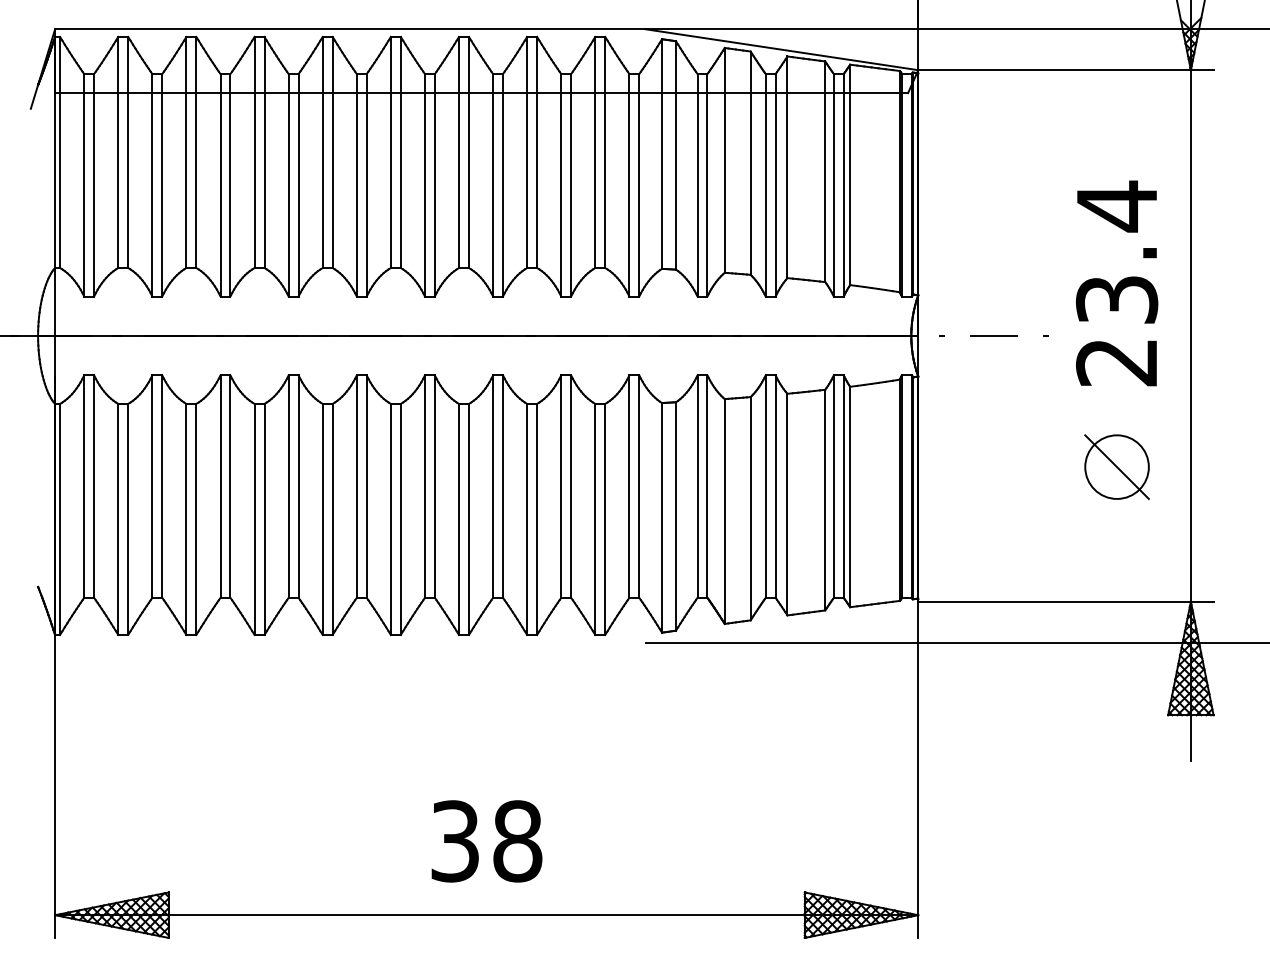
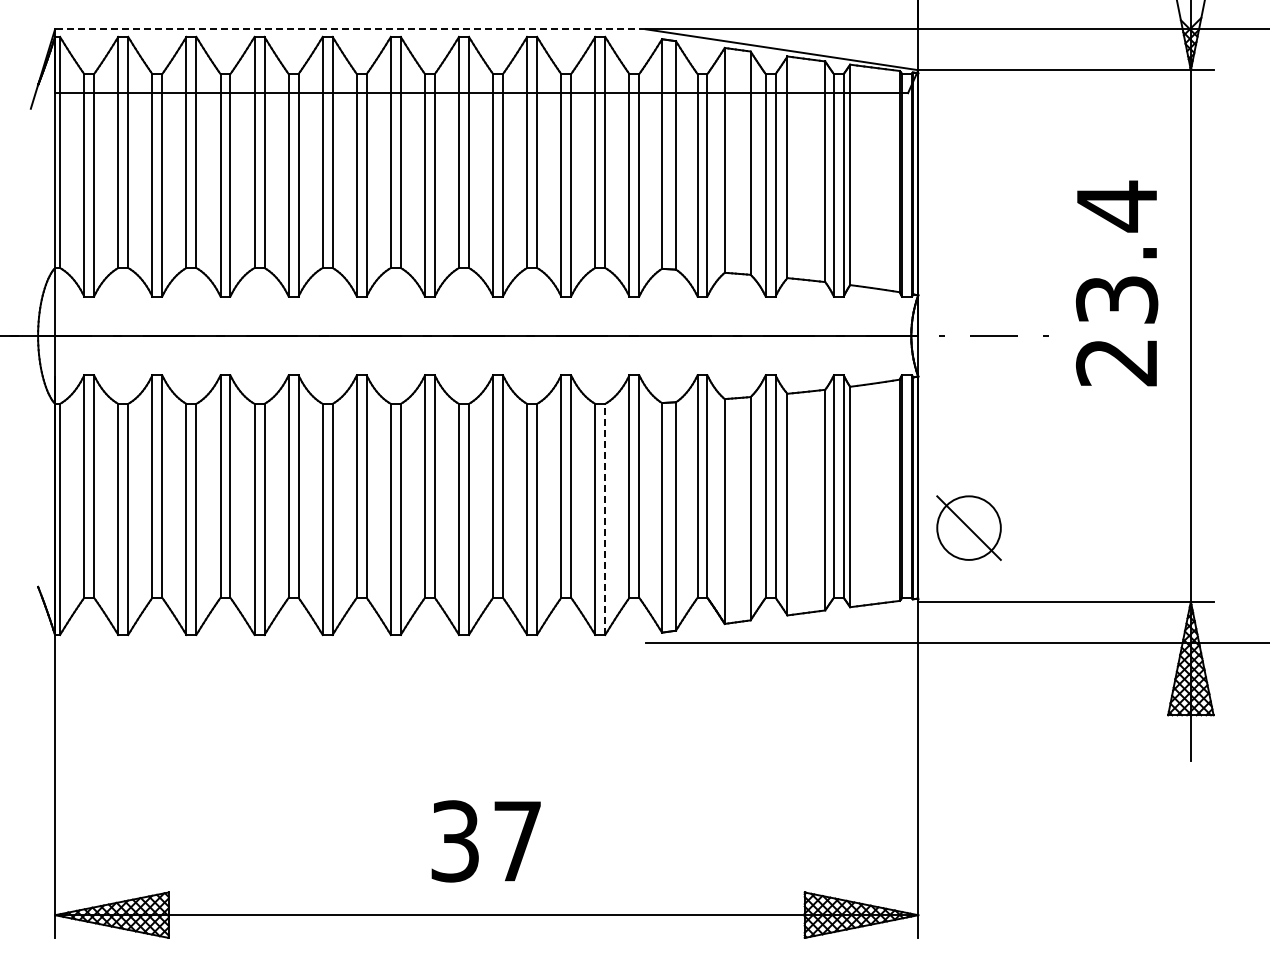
line at (349, 29): solid -> dashed
part at (1116, 466) position: (1116, 466) -> (968, 527)
line at (605, 519): solid -> dashed
text at (517, 841): 38 -> 37
